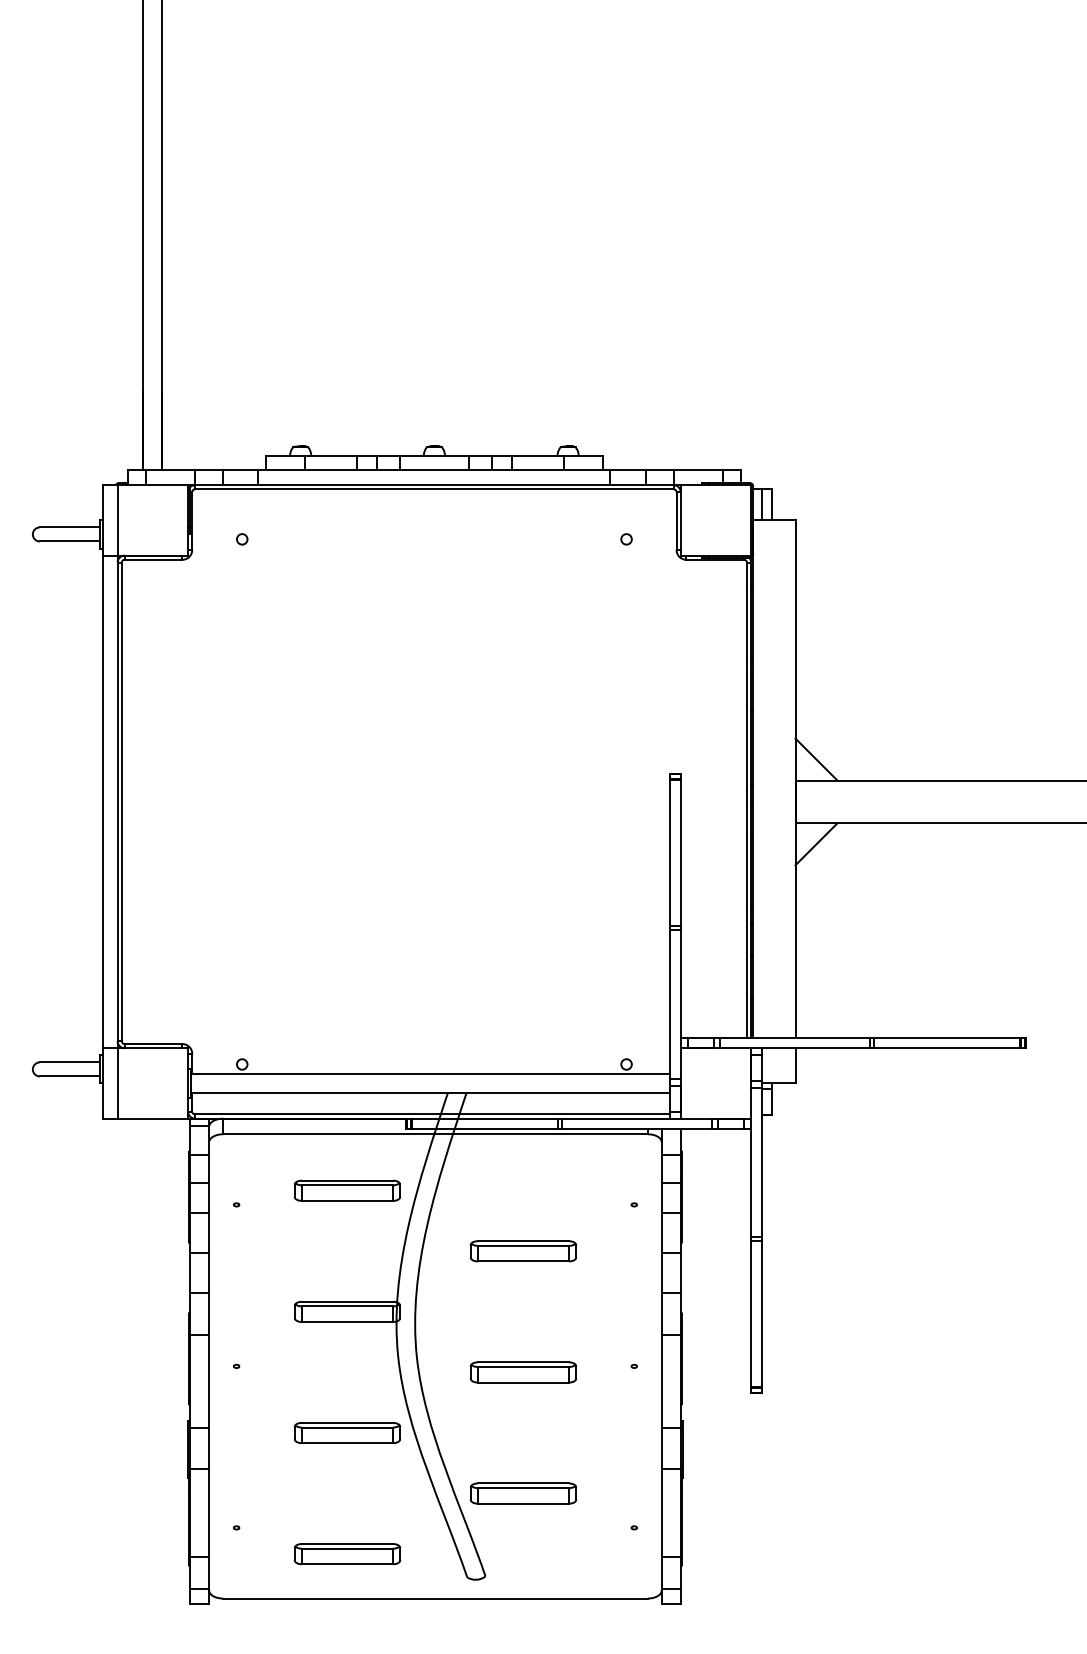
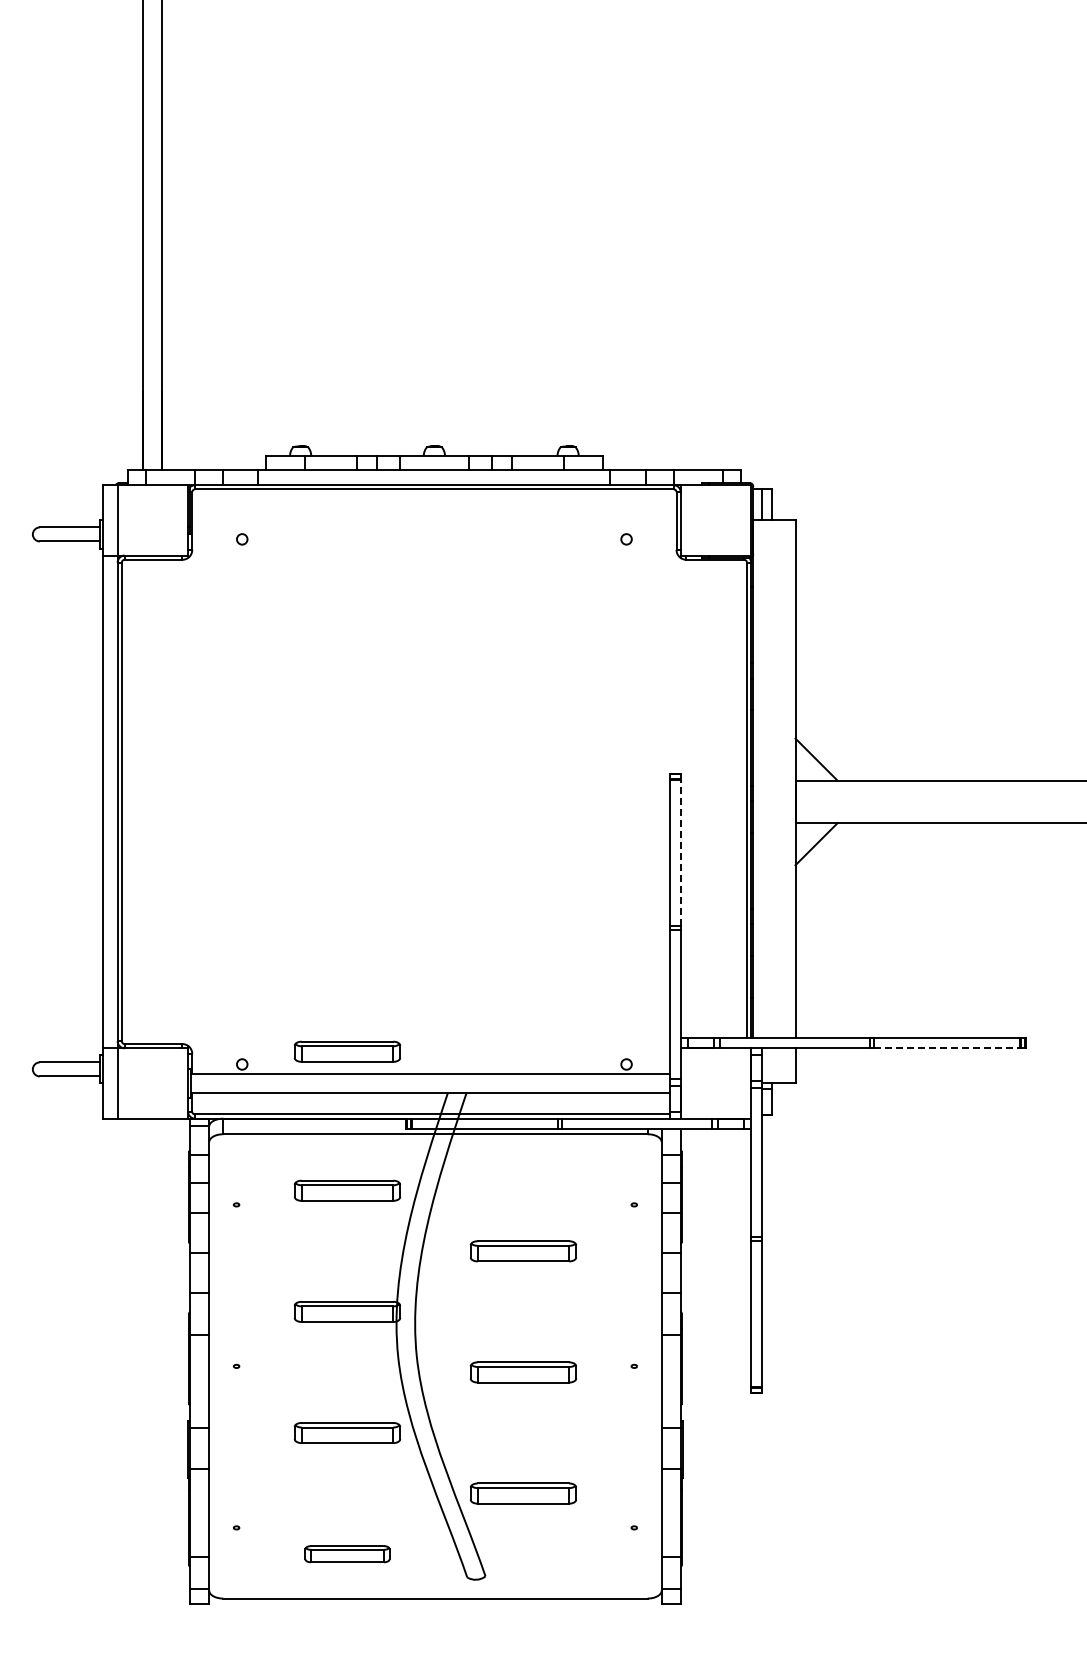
line at (680, 852): solid -> dashed
line at (946, 1048): solid -> dashed
part at (347, 1051): none -> present
part at (347, 1554) size: 109x23 px -> 87x19 px
